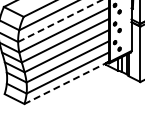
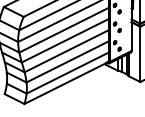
line at (60, 21): dashed -> solid
line at (66, 83): dashed -> solid
